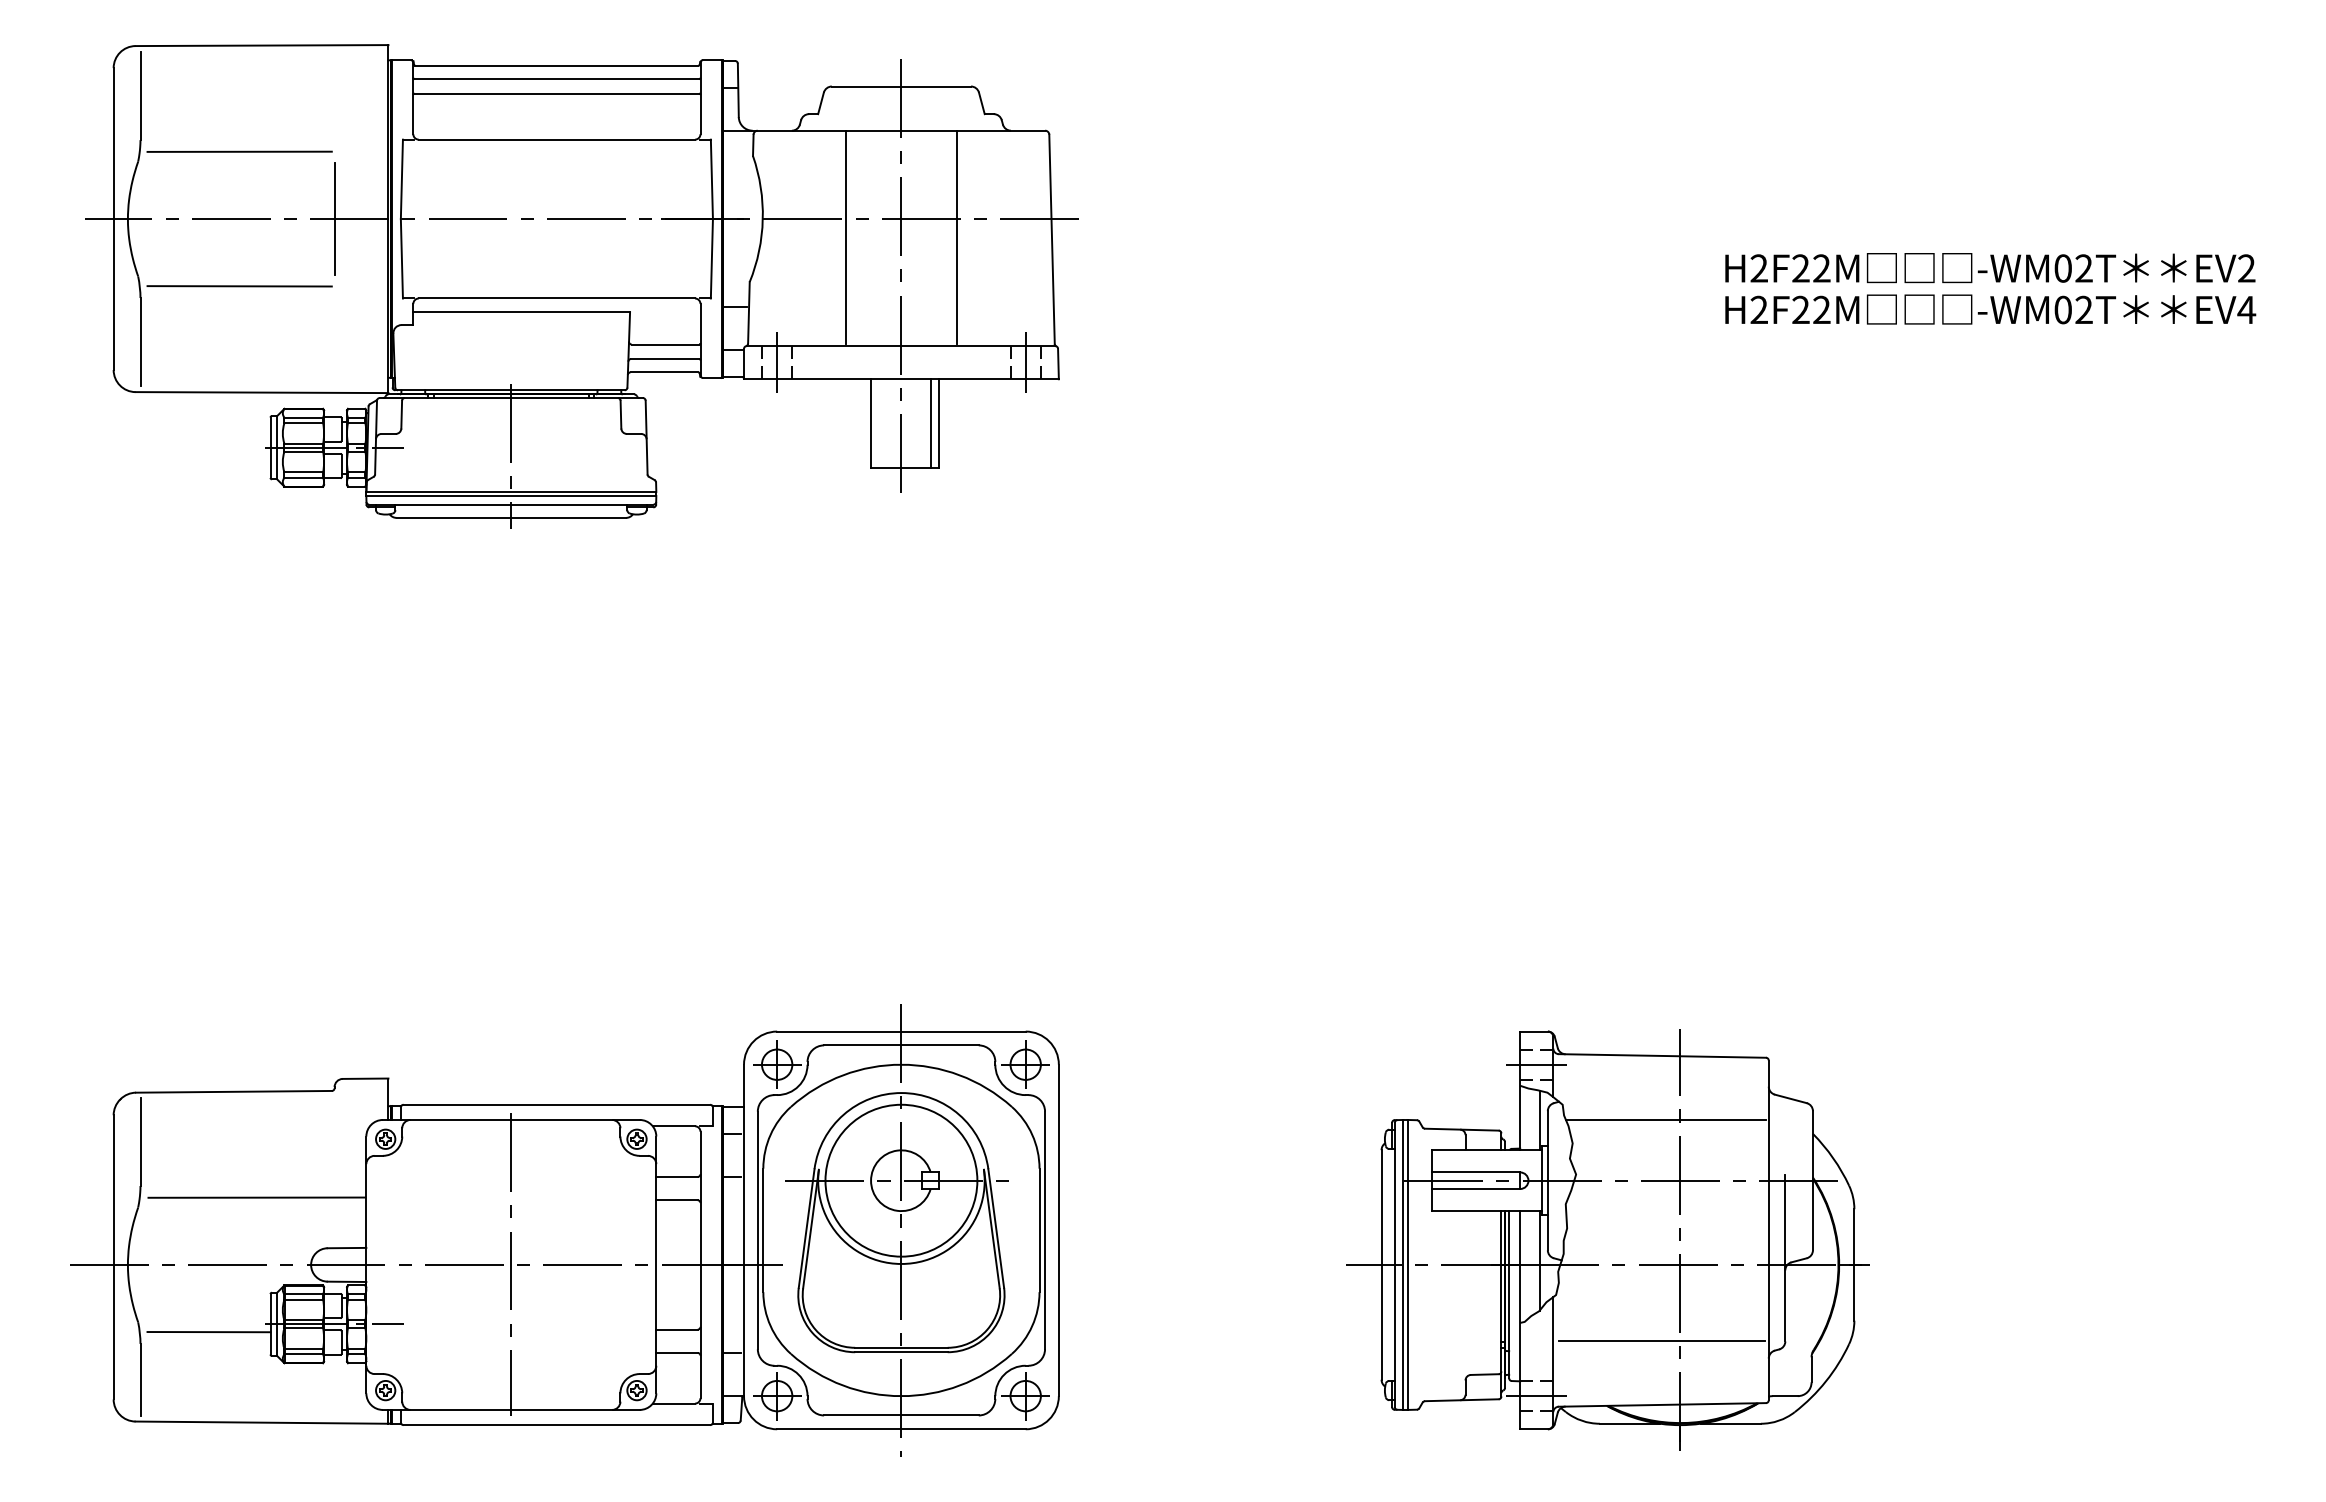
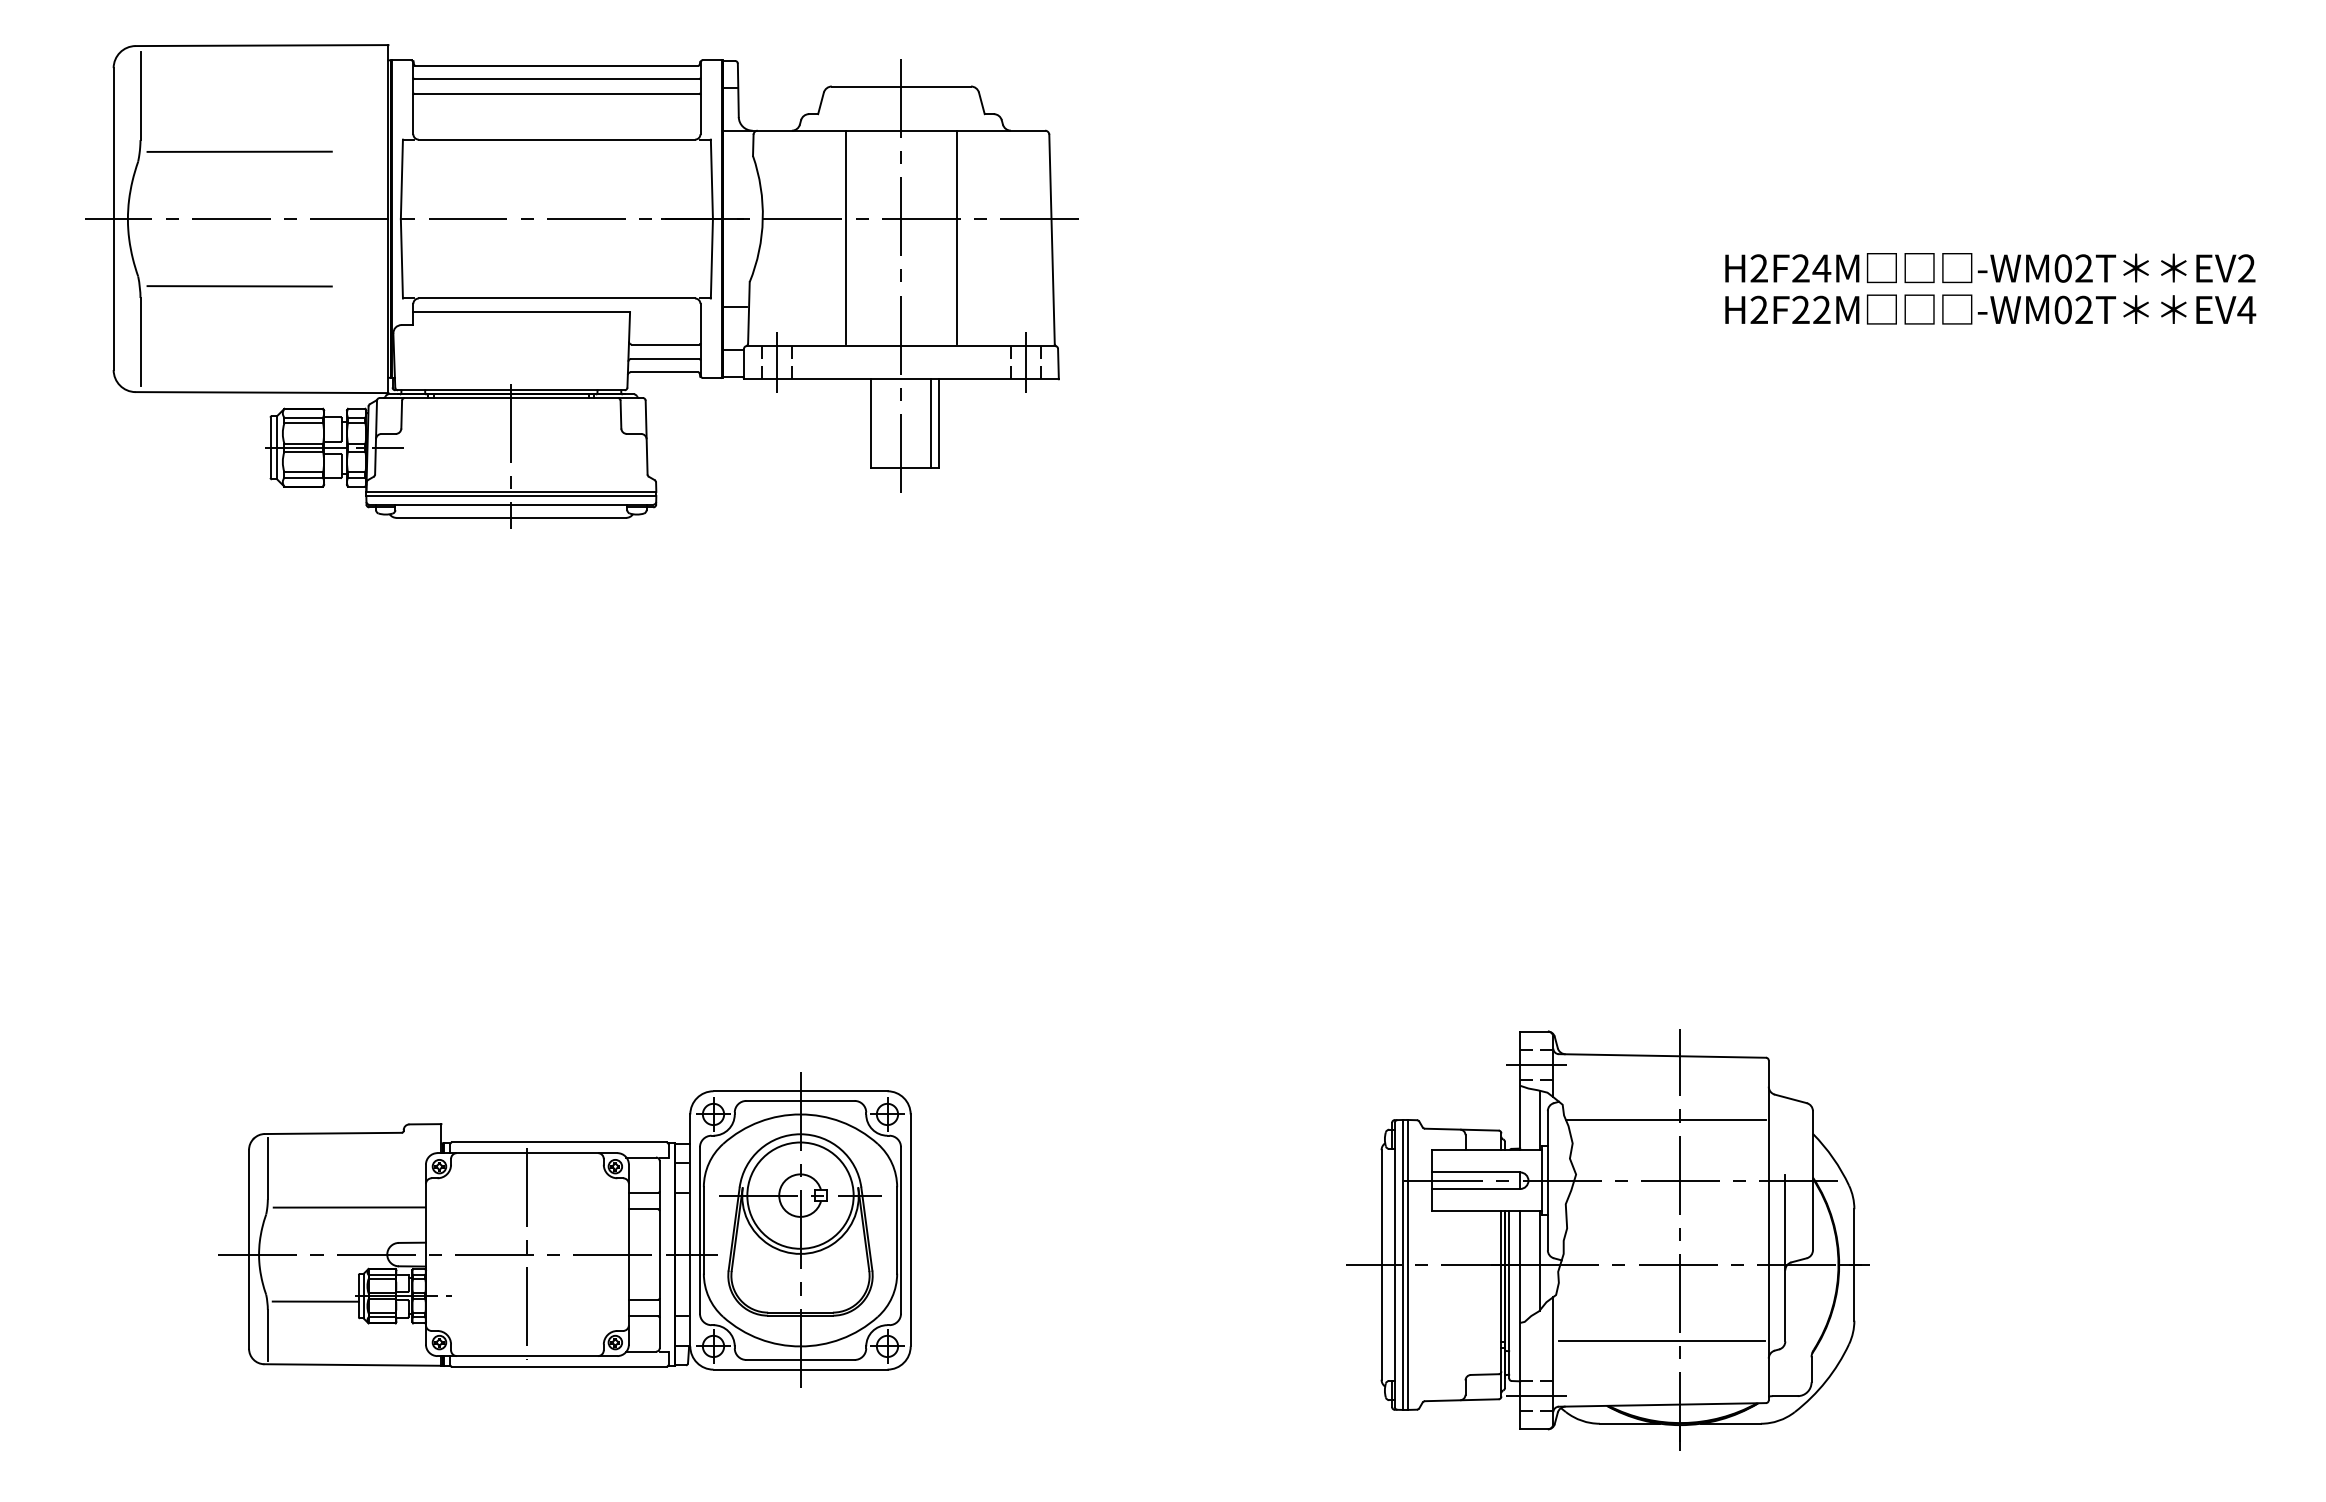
line at (334, 218): present -> none
text at (1821, 268): H2F22M -> H2F24M
part at (564, 1230) size: 990x453 px -> 694x316 px
